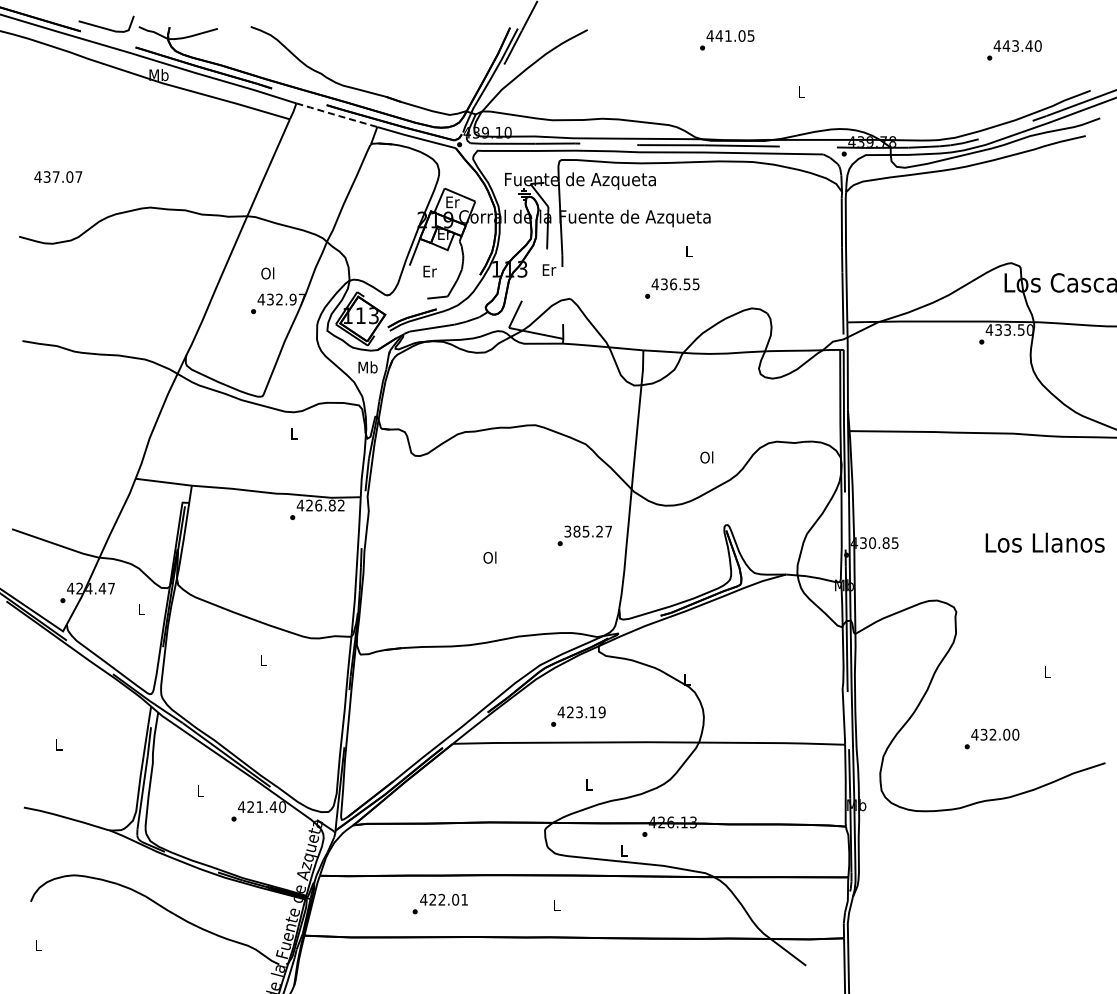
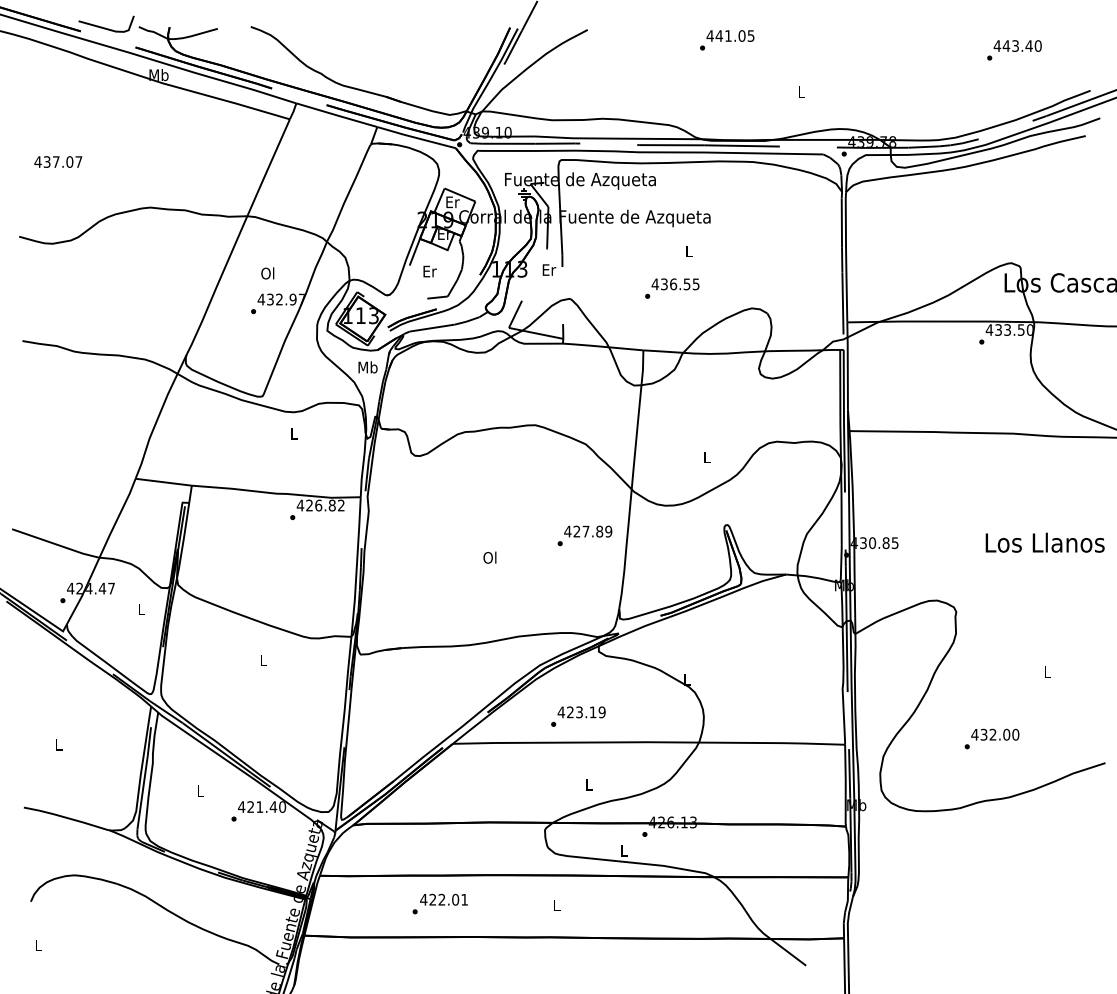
line at (337, 115): dashed -> solid
text at (58, 176) position: (58, 176) -> (58, 161)
text at (706, 457): Ol -> L
text at (588, 531): 385.27 -> 427.89
